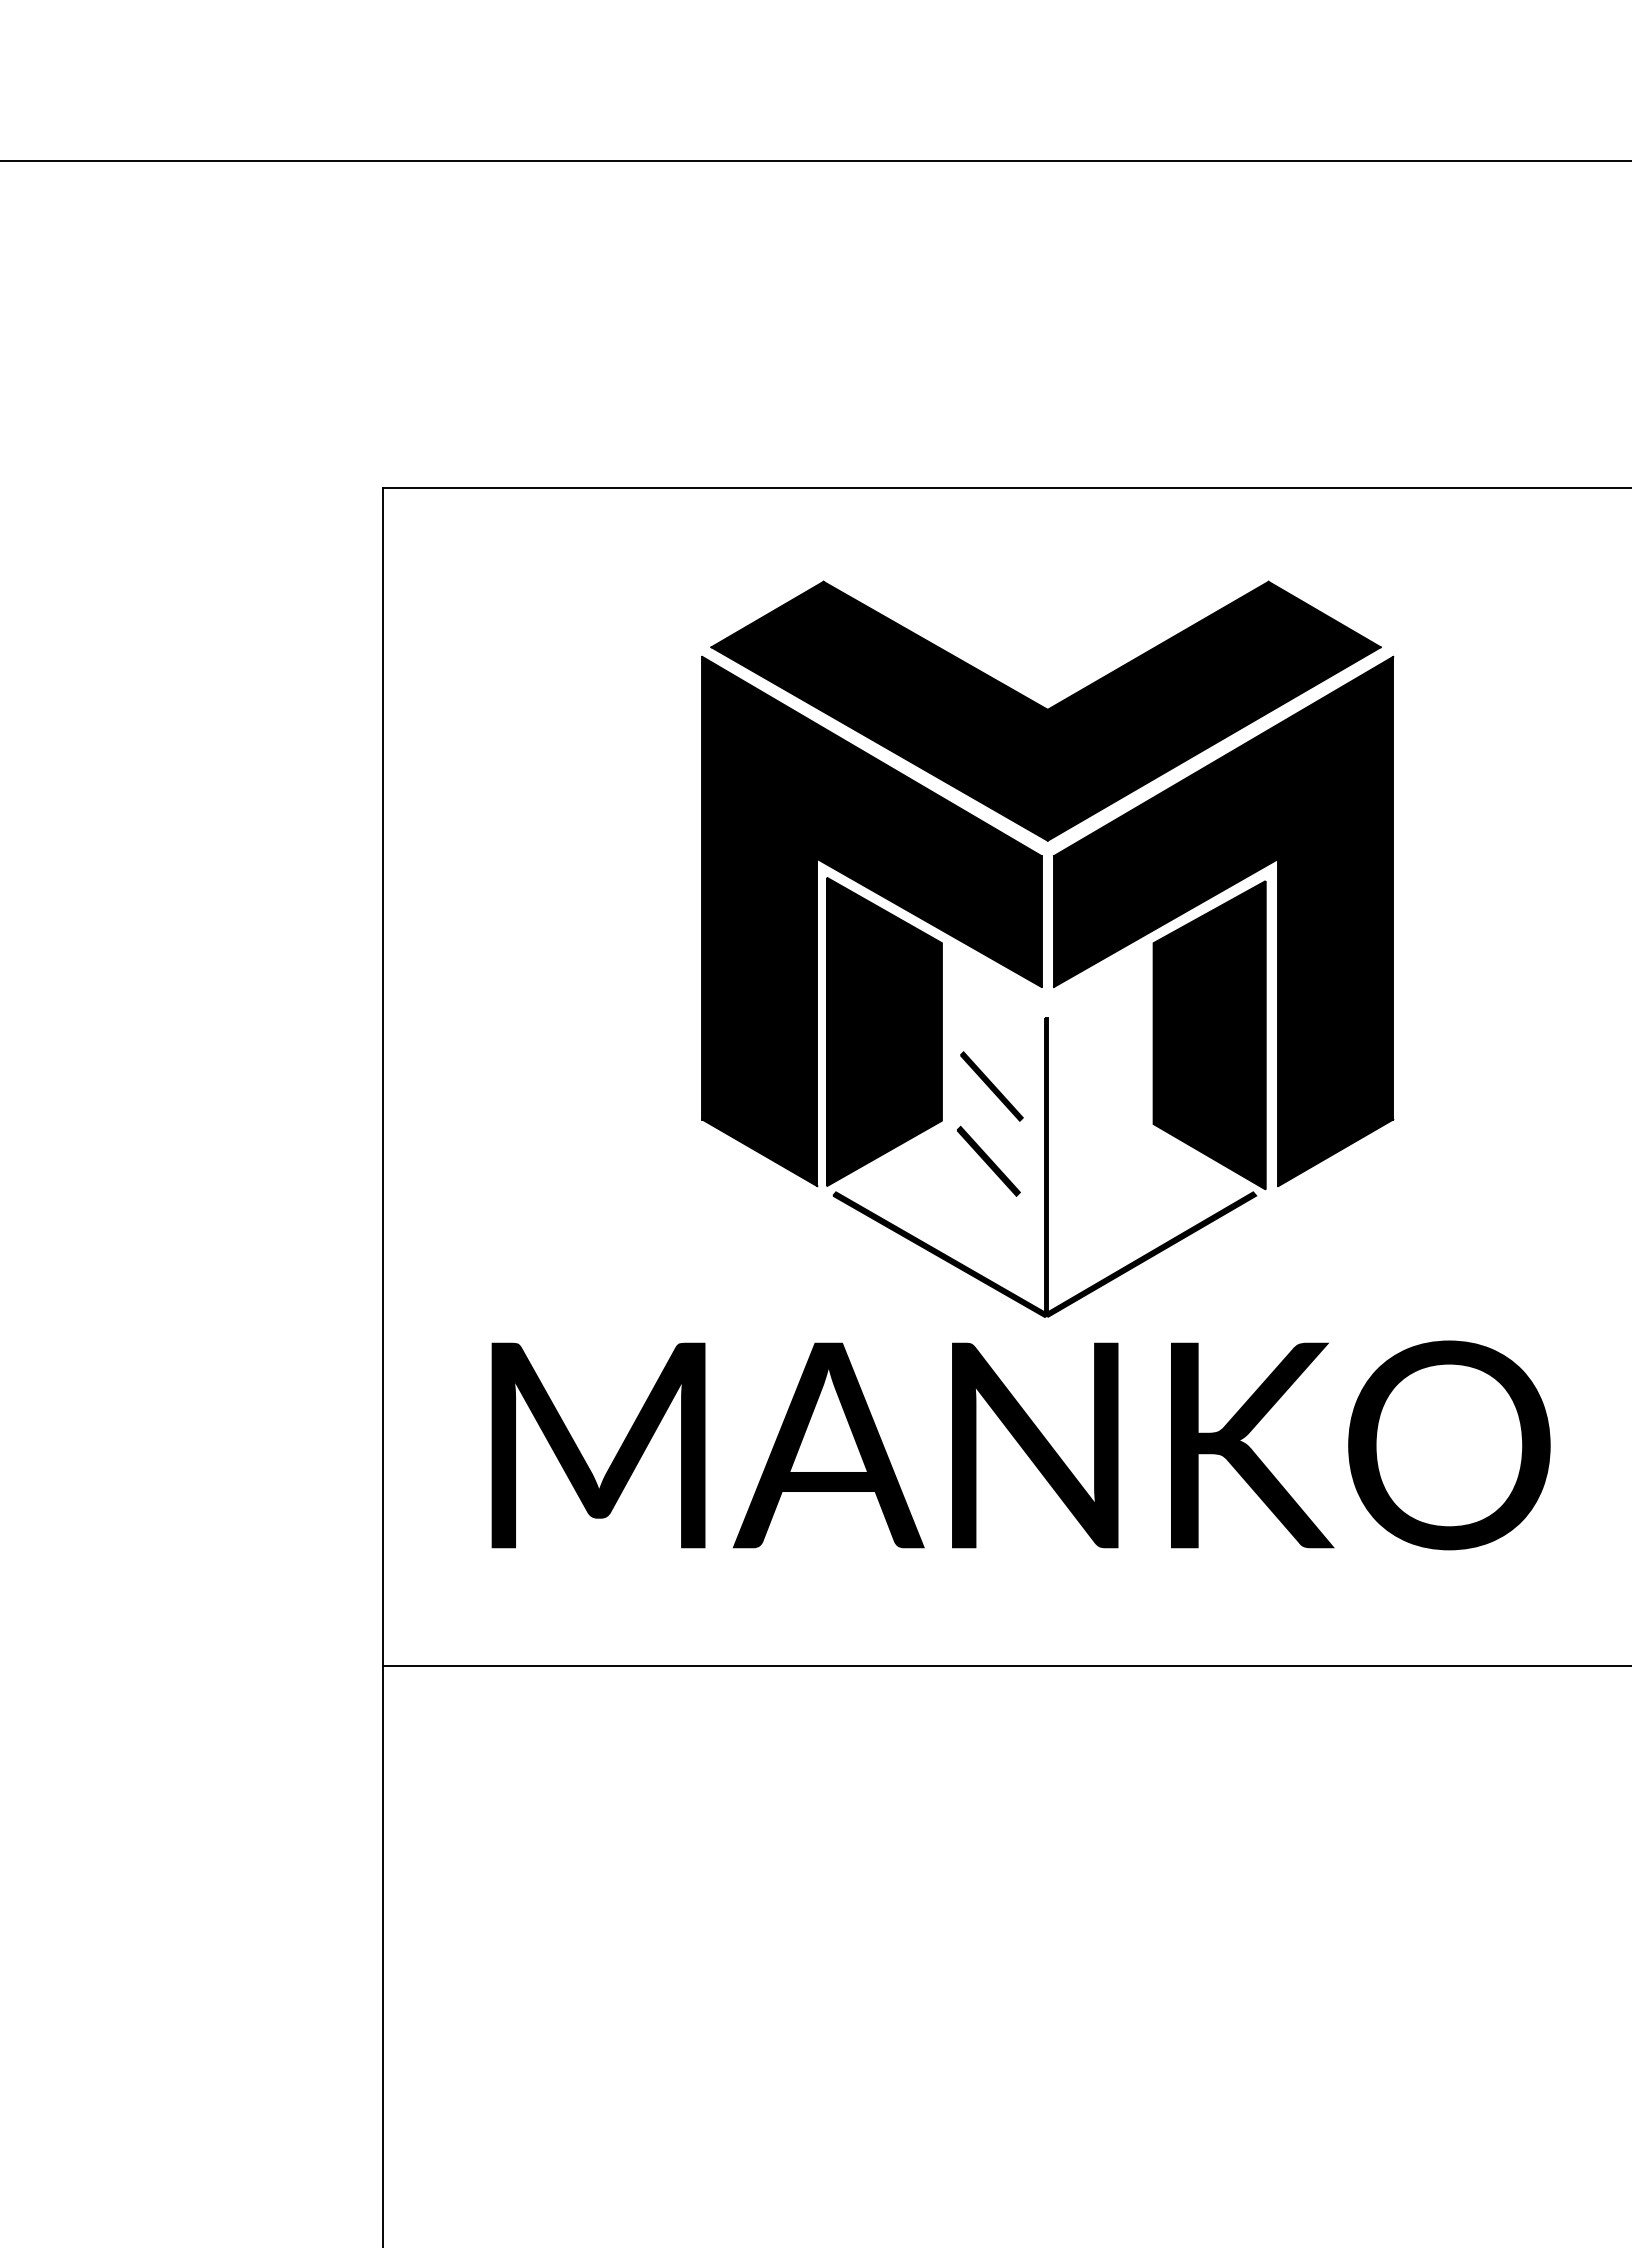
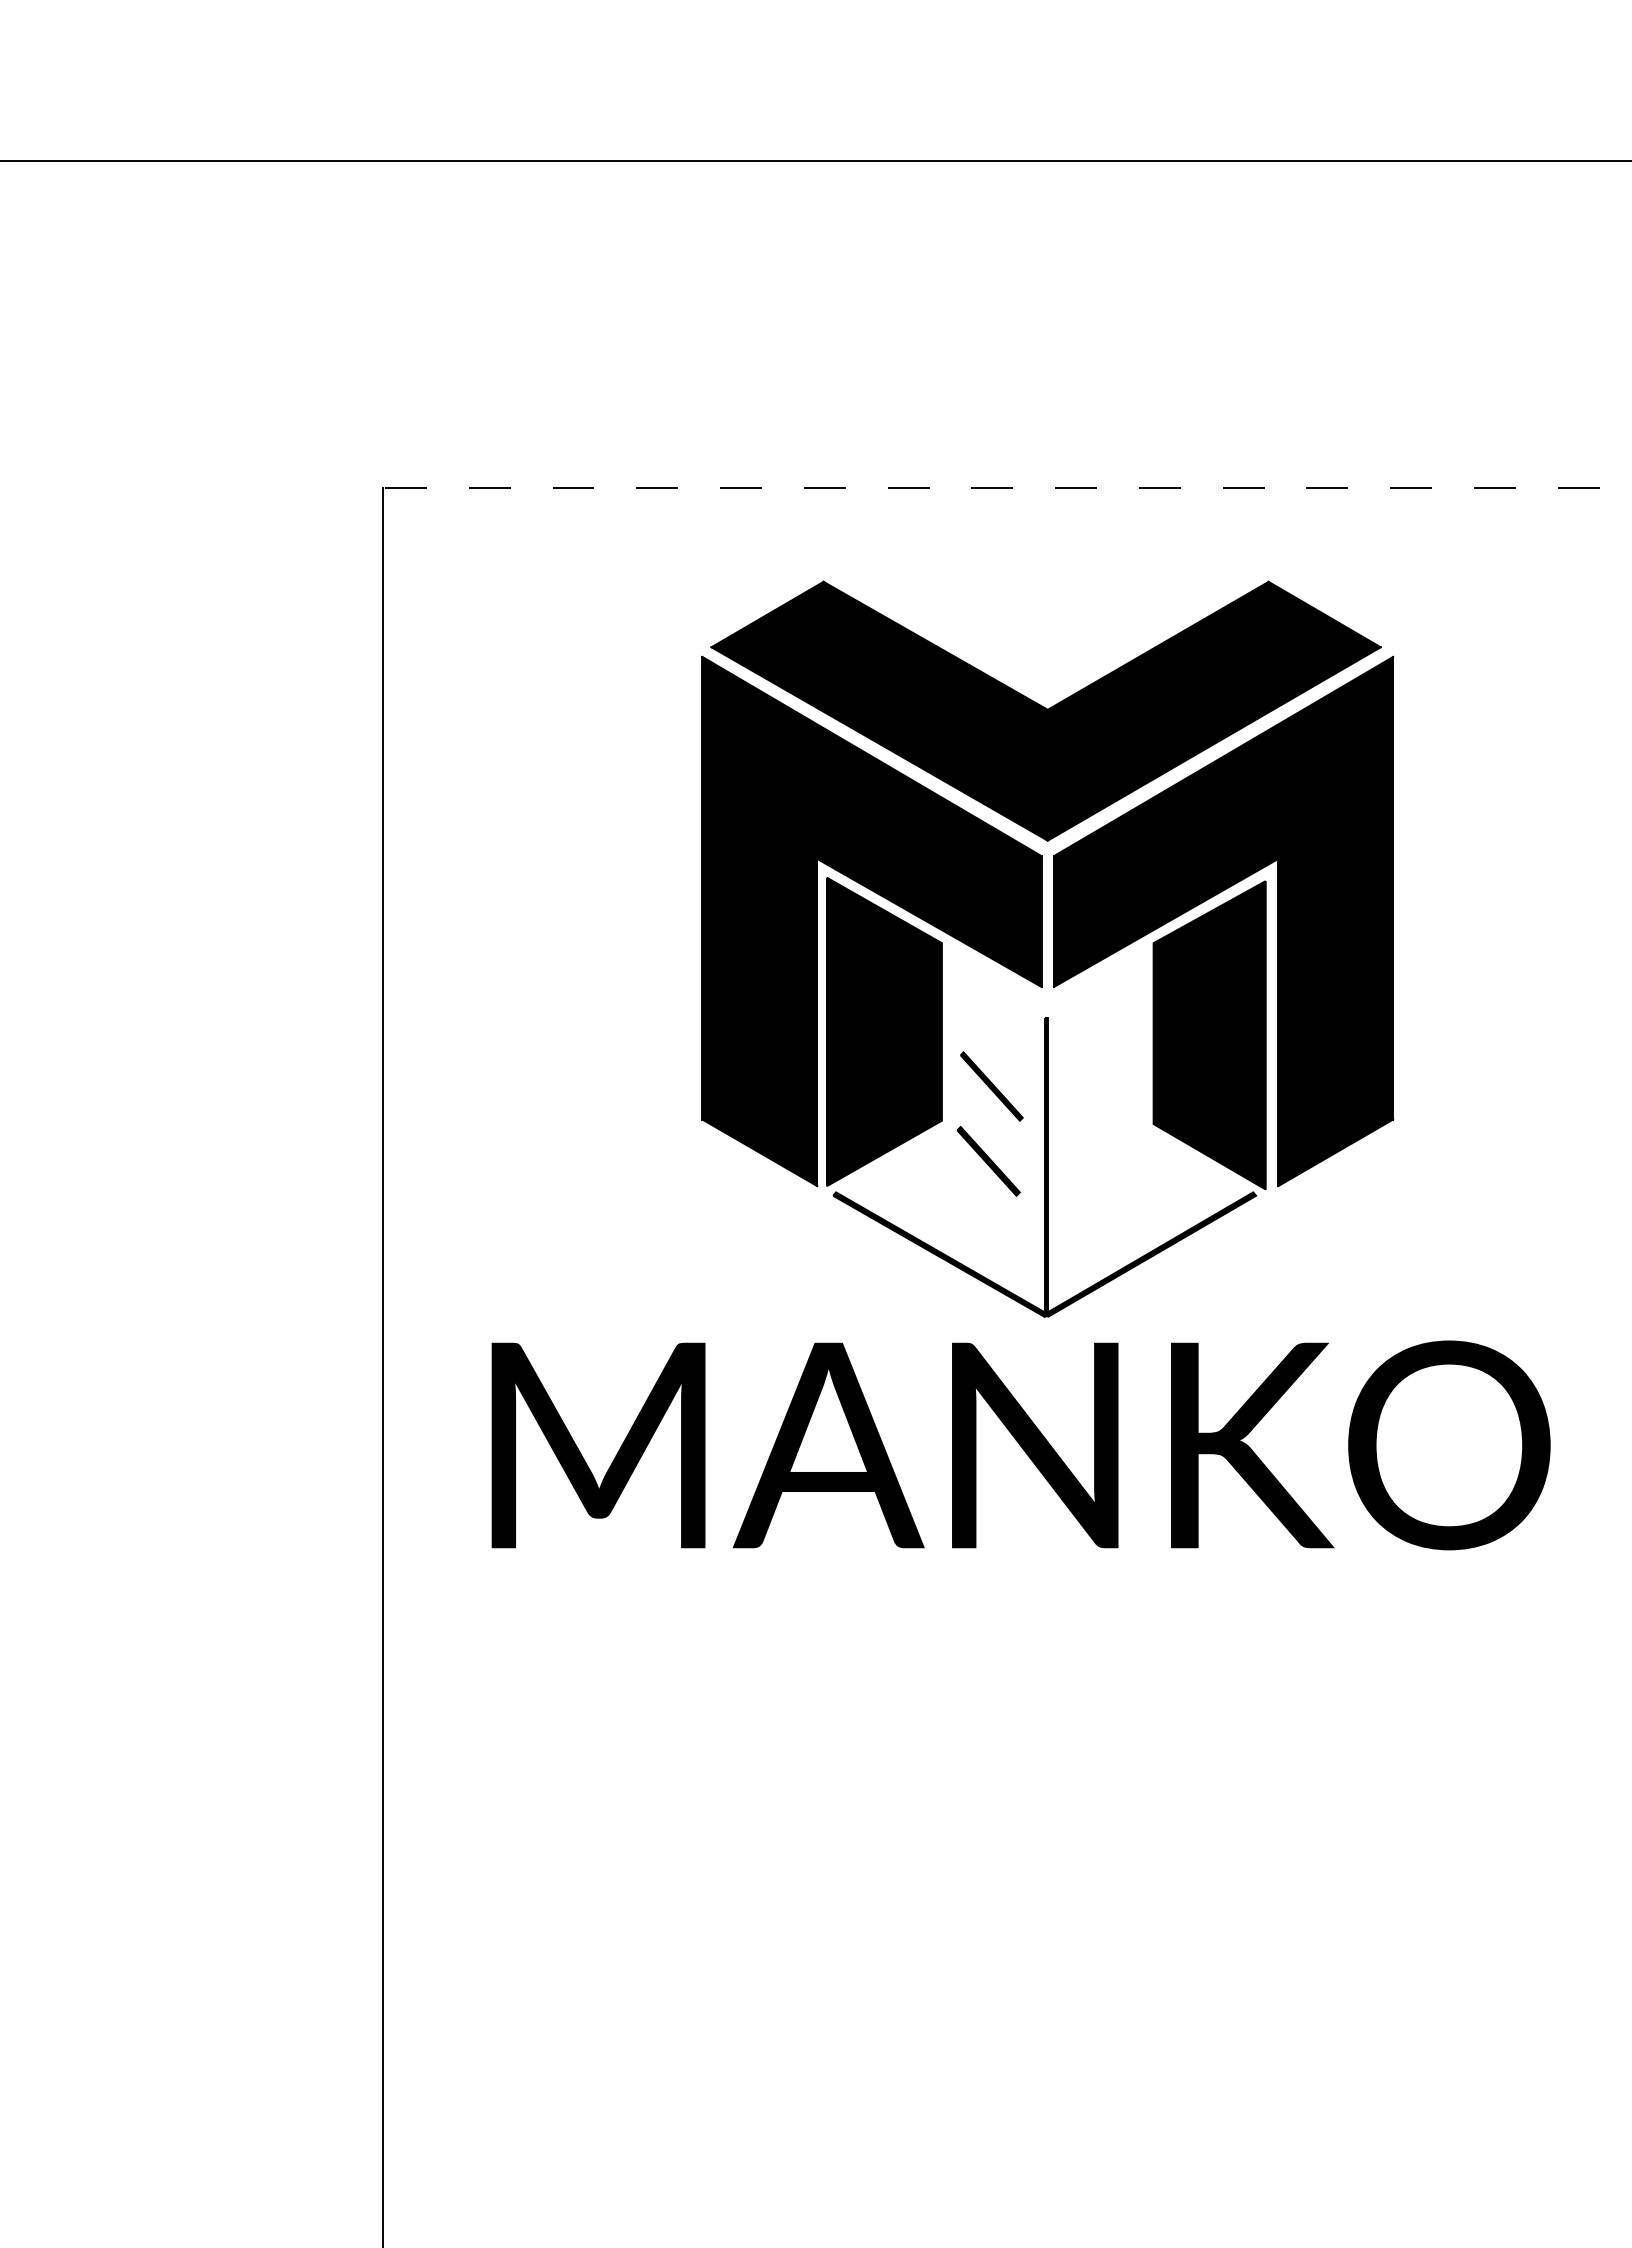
line at (1007, 487): solid -> dashed
line at (1005, 1666): present -> none
